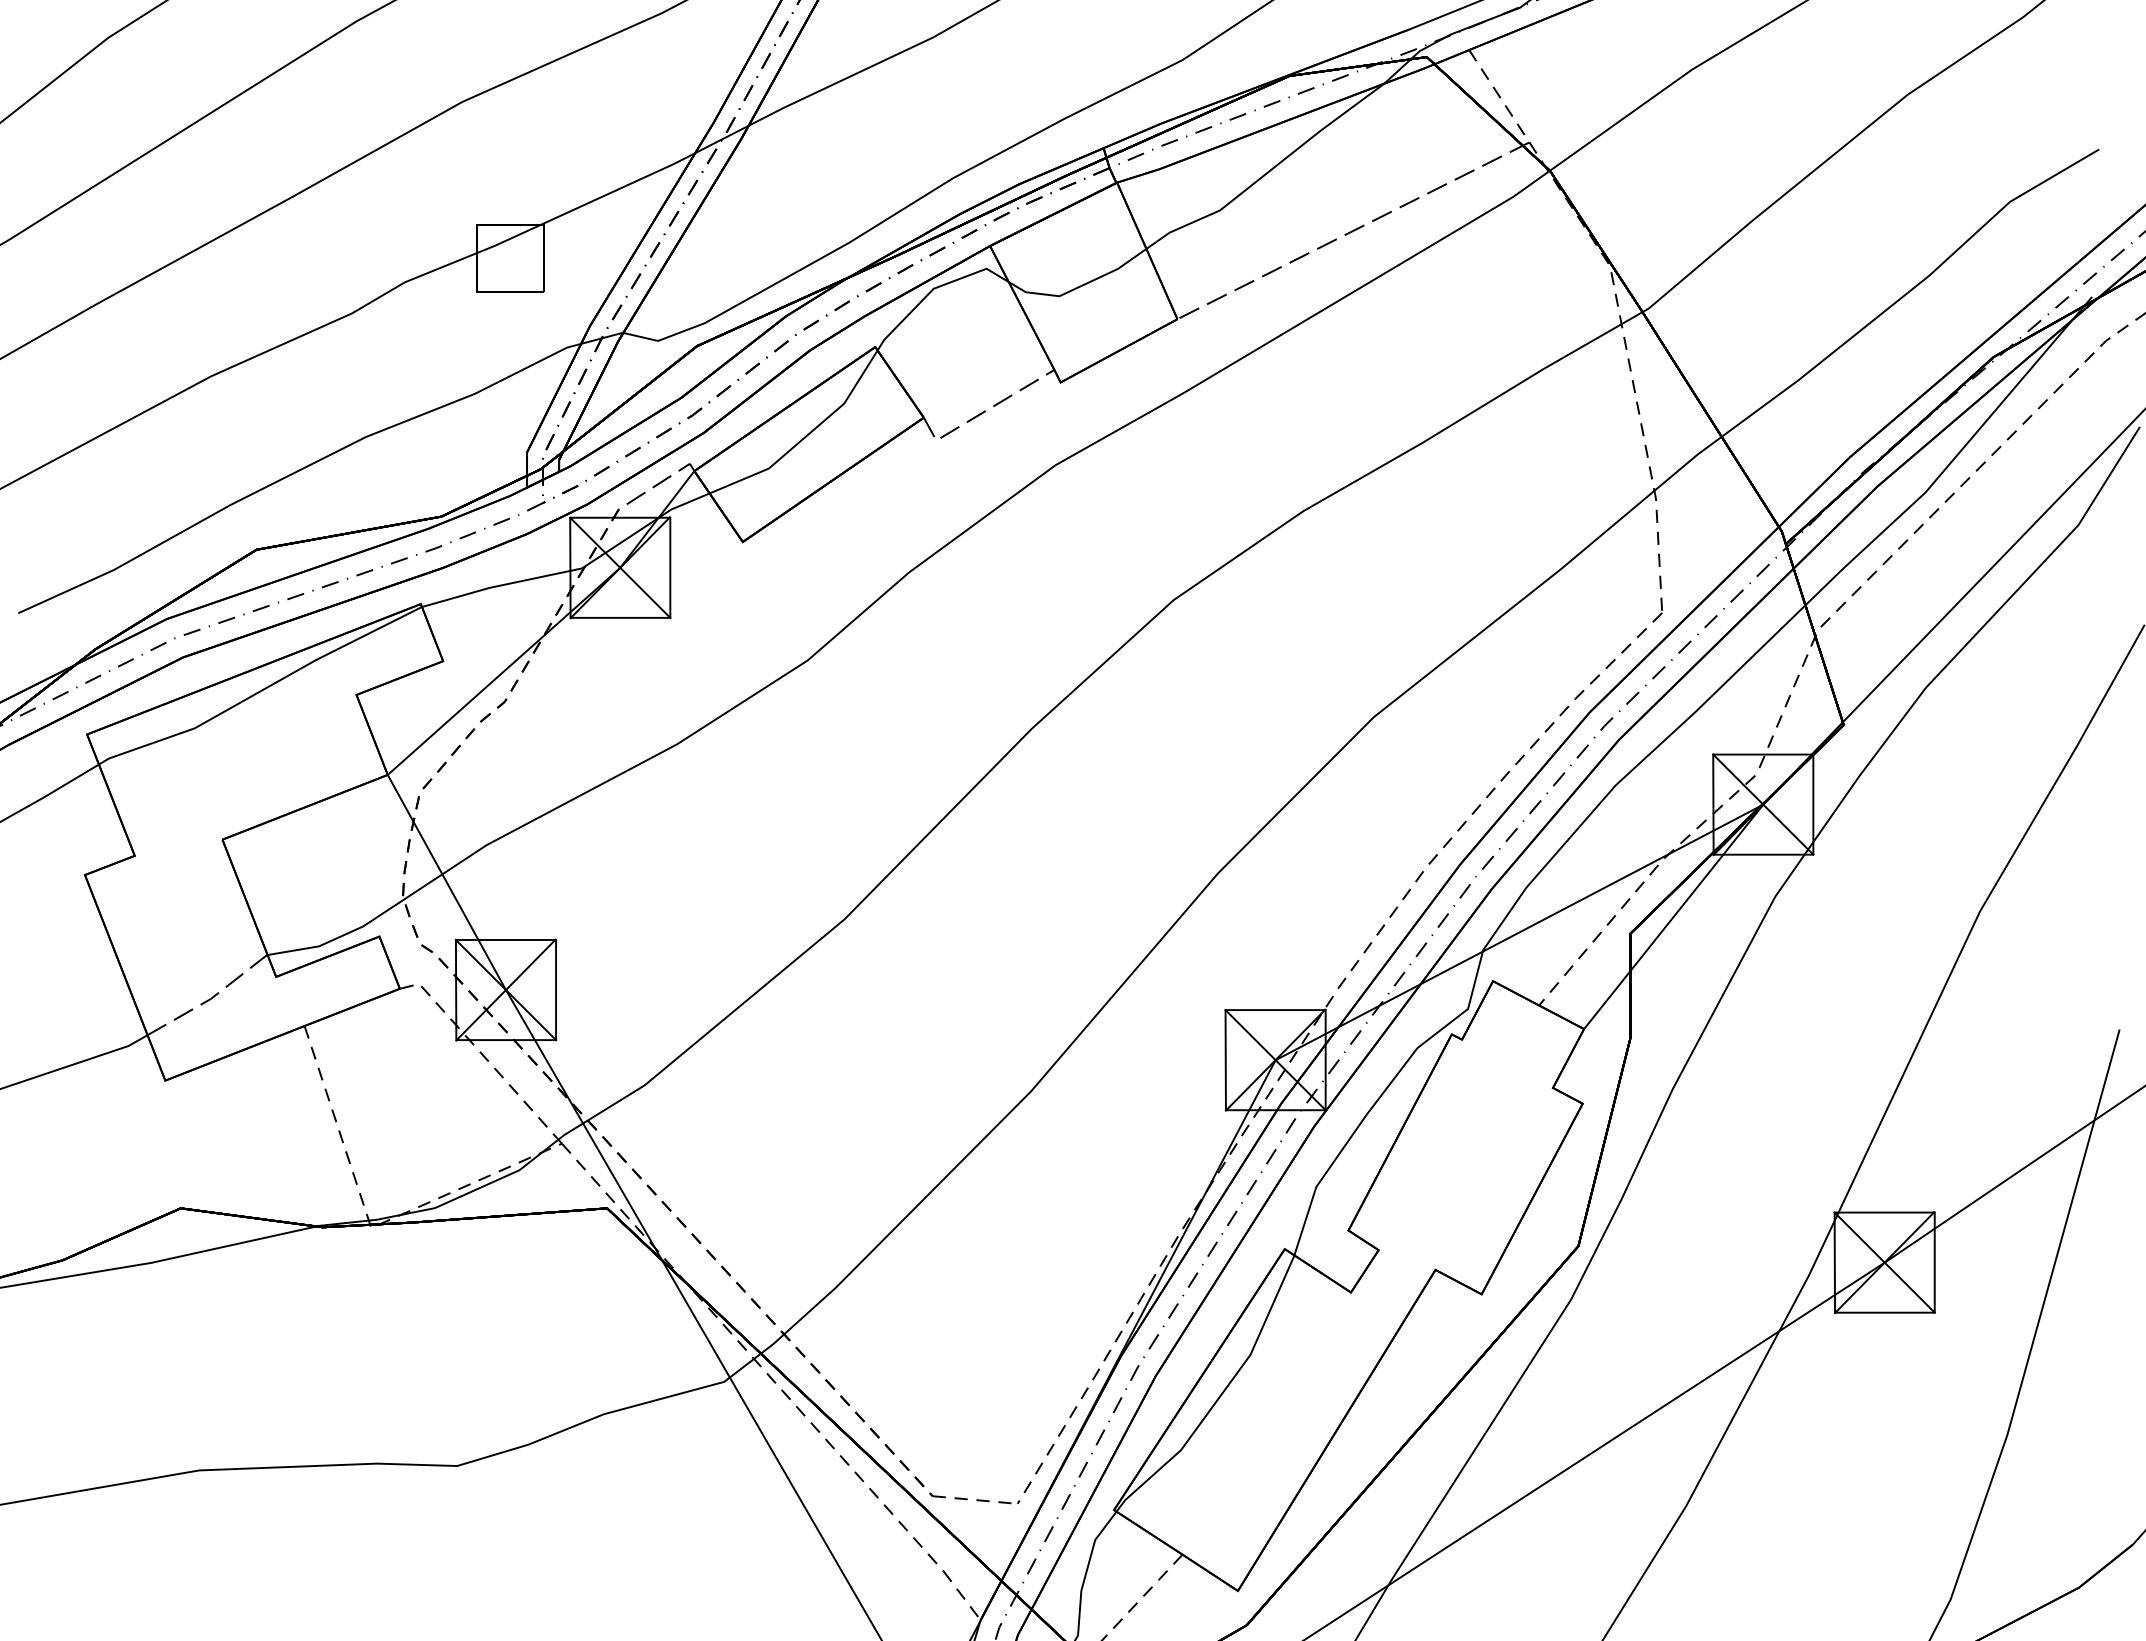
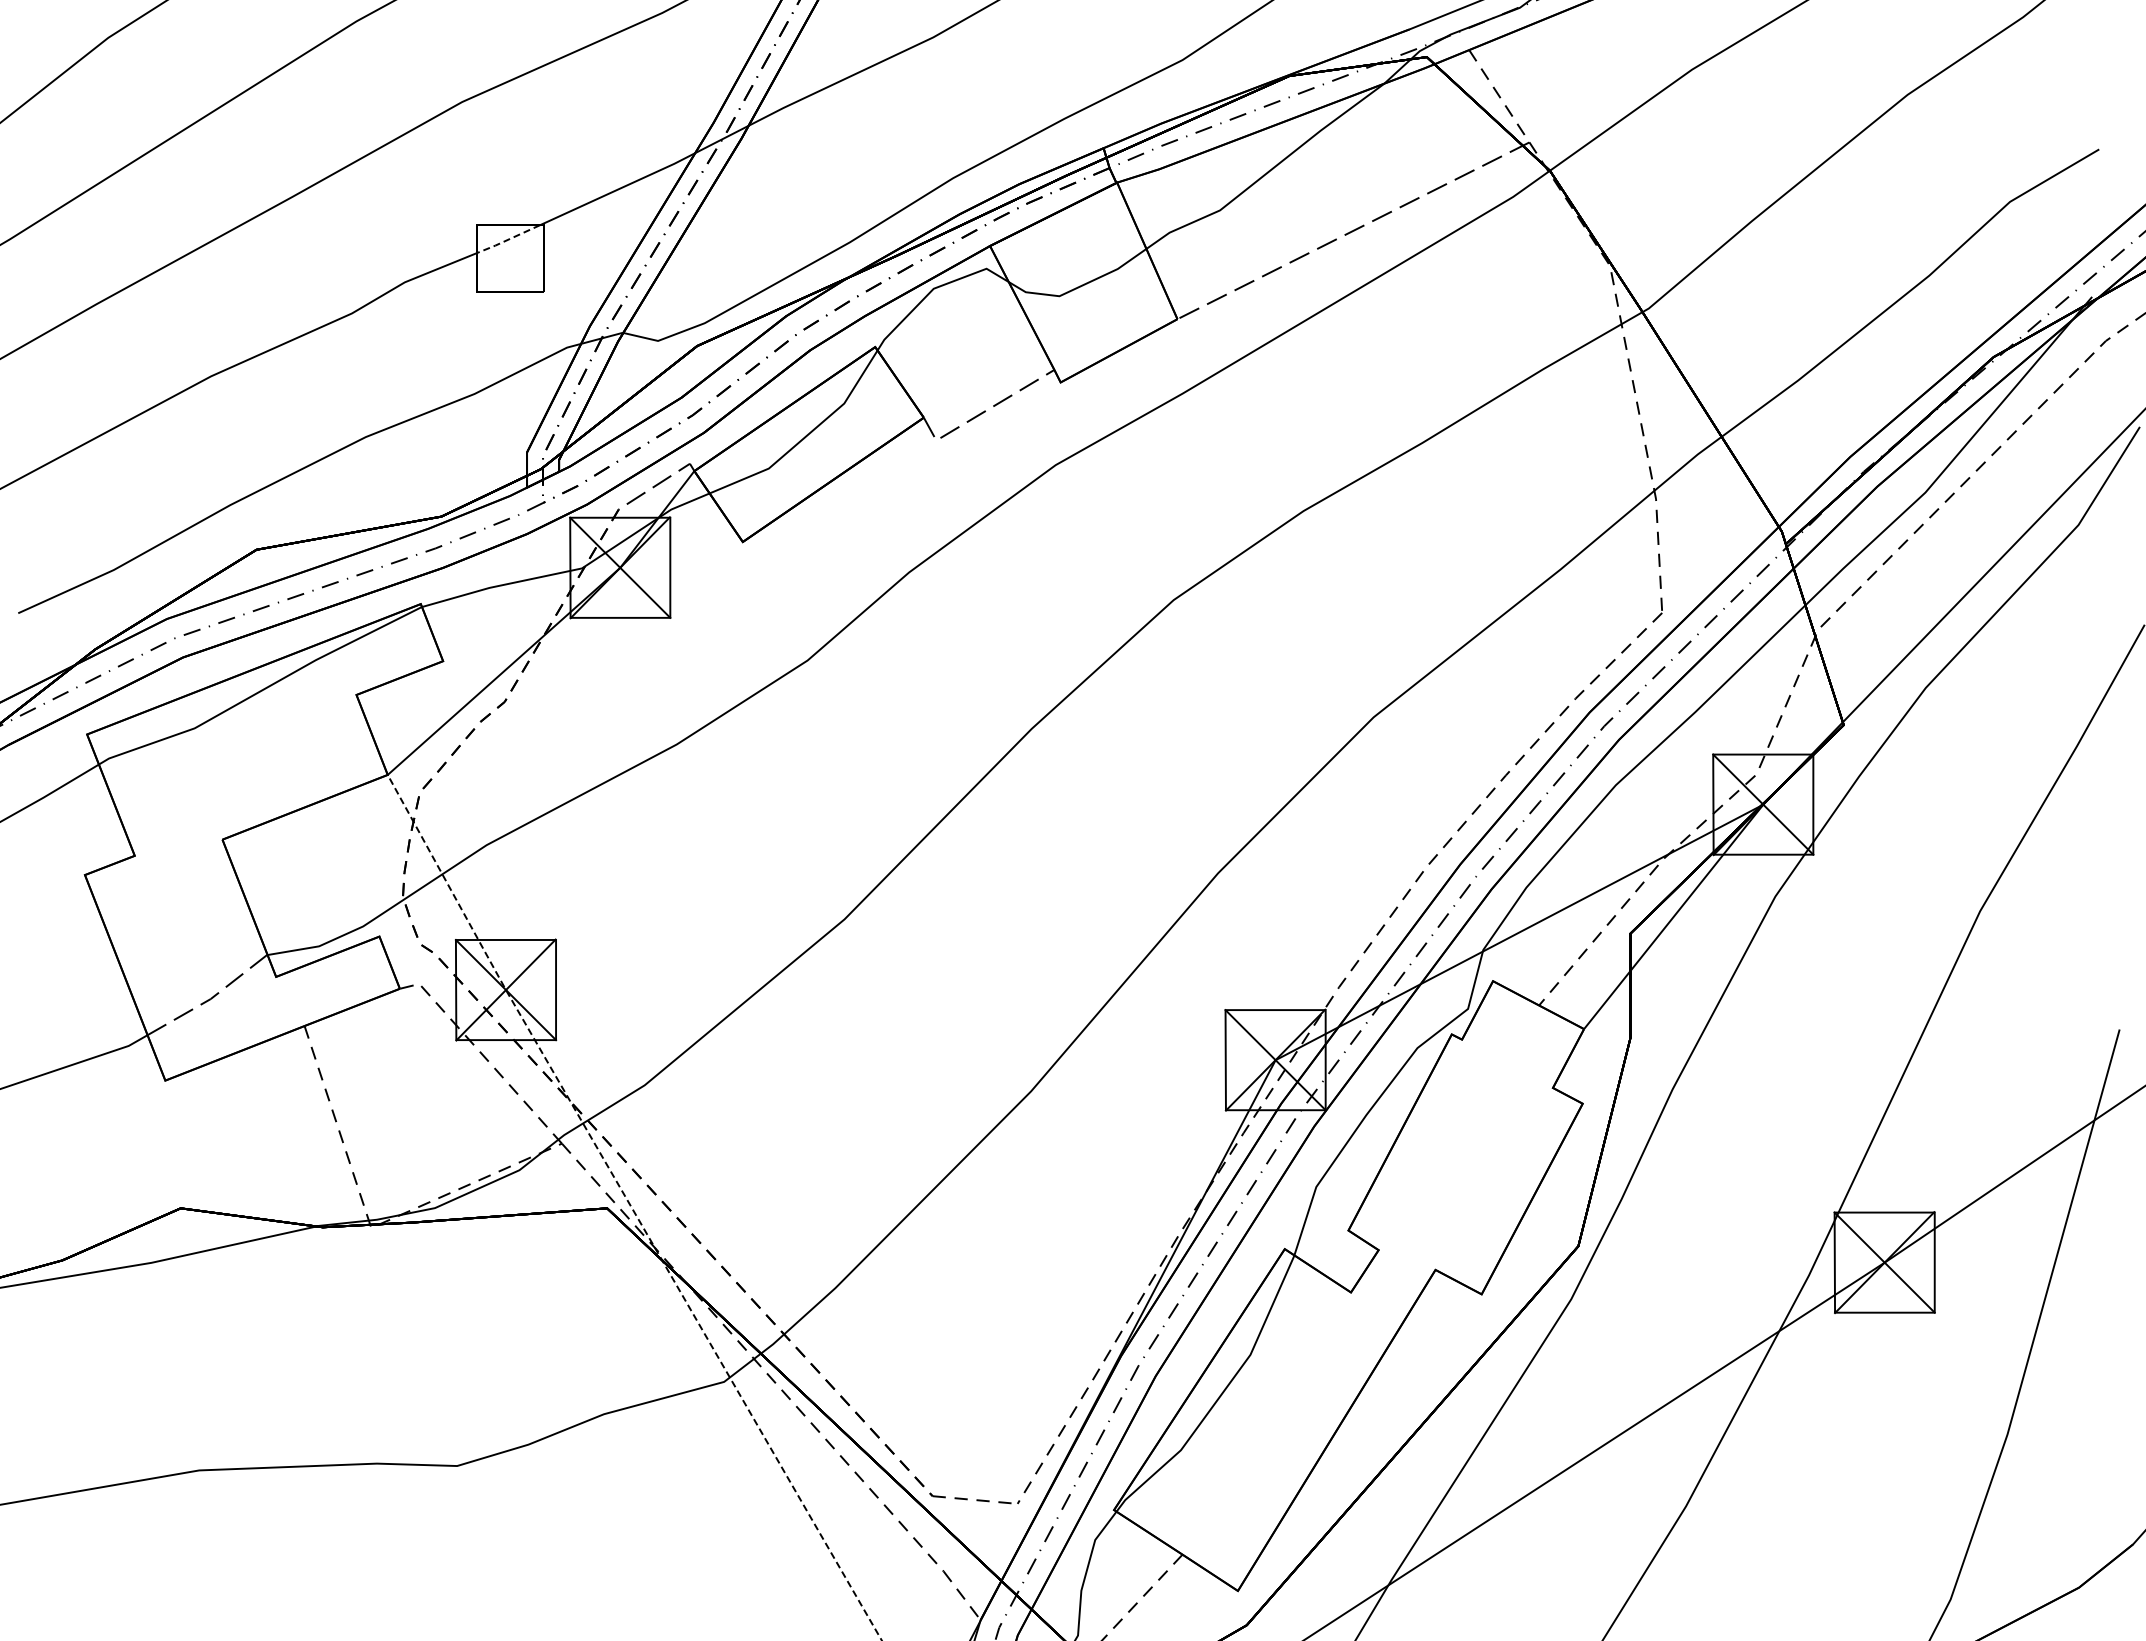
line at (507, 239): solid -> dashed
line at (632, 1208): solid -> dashed
